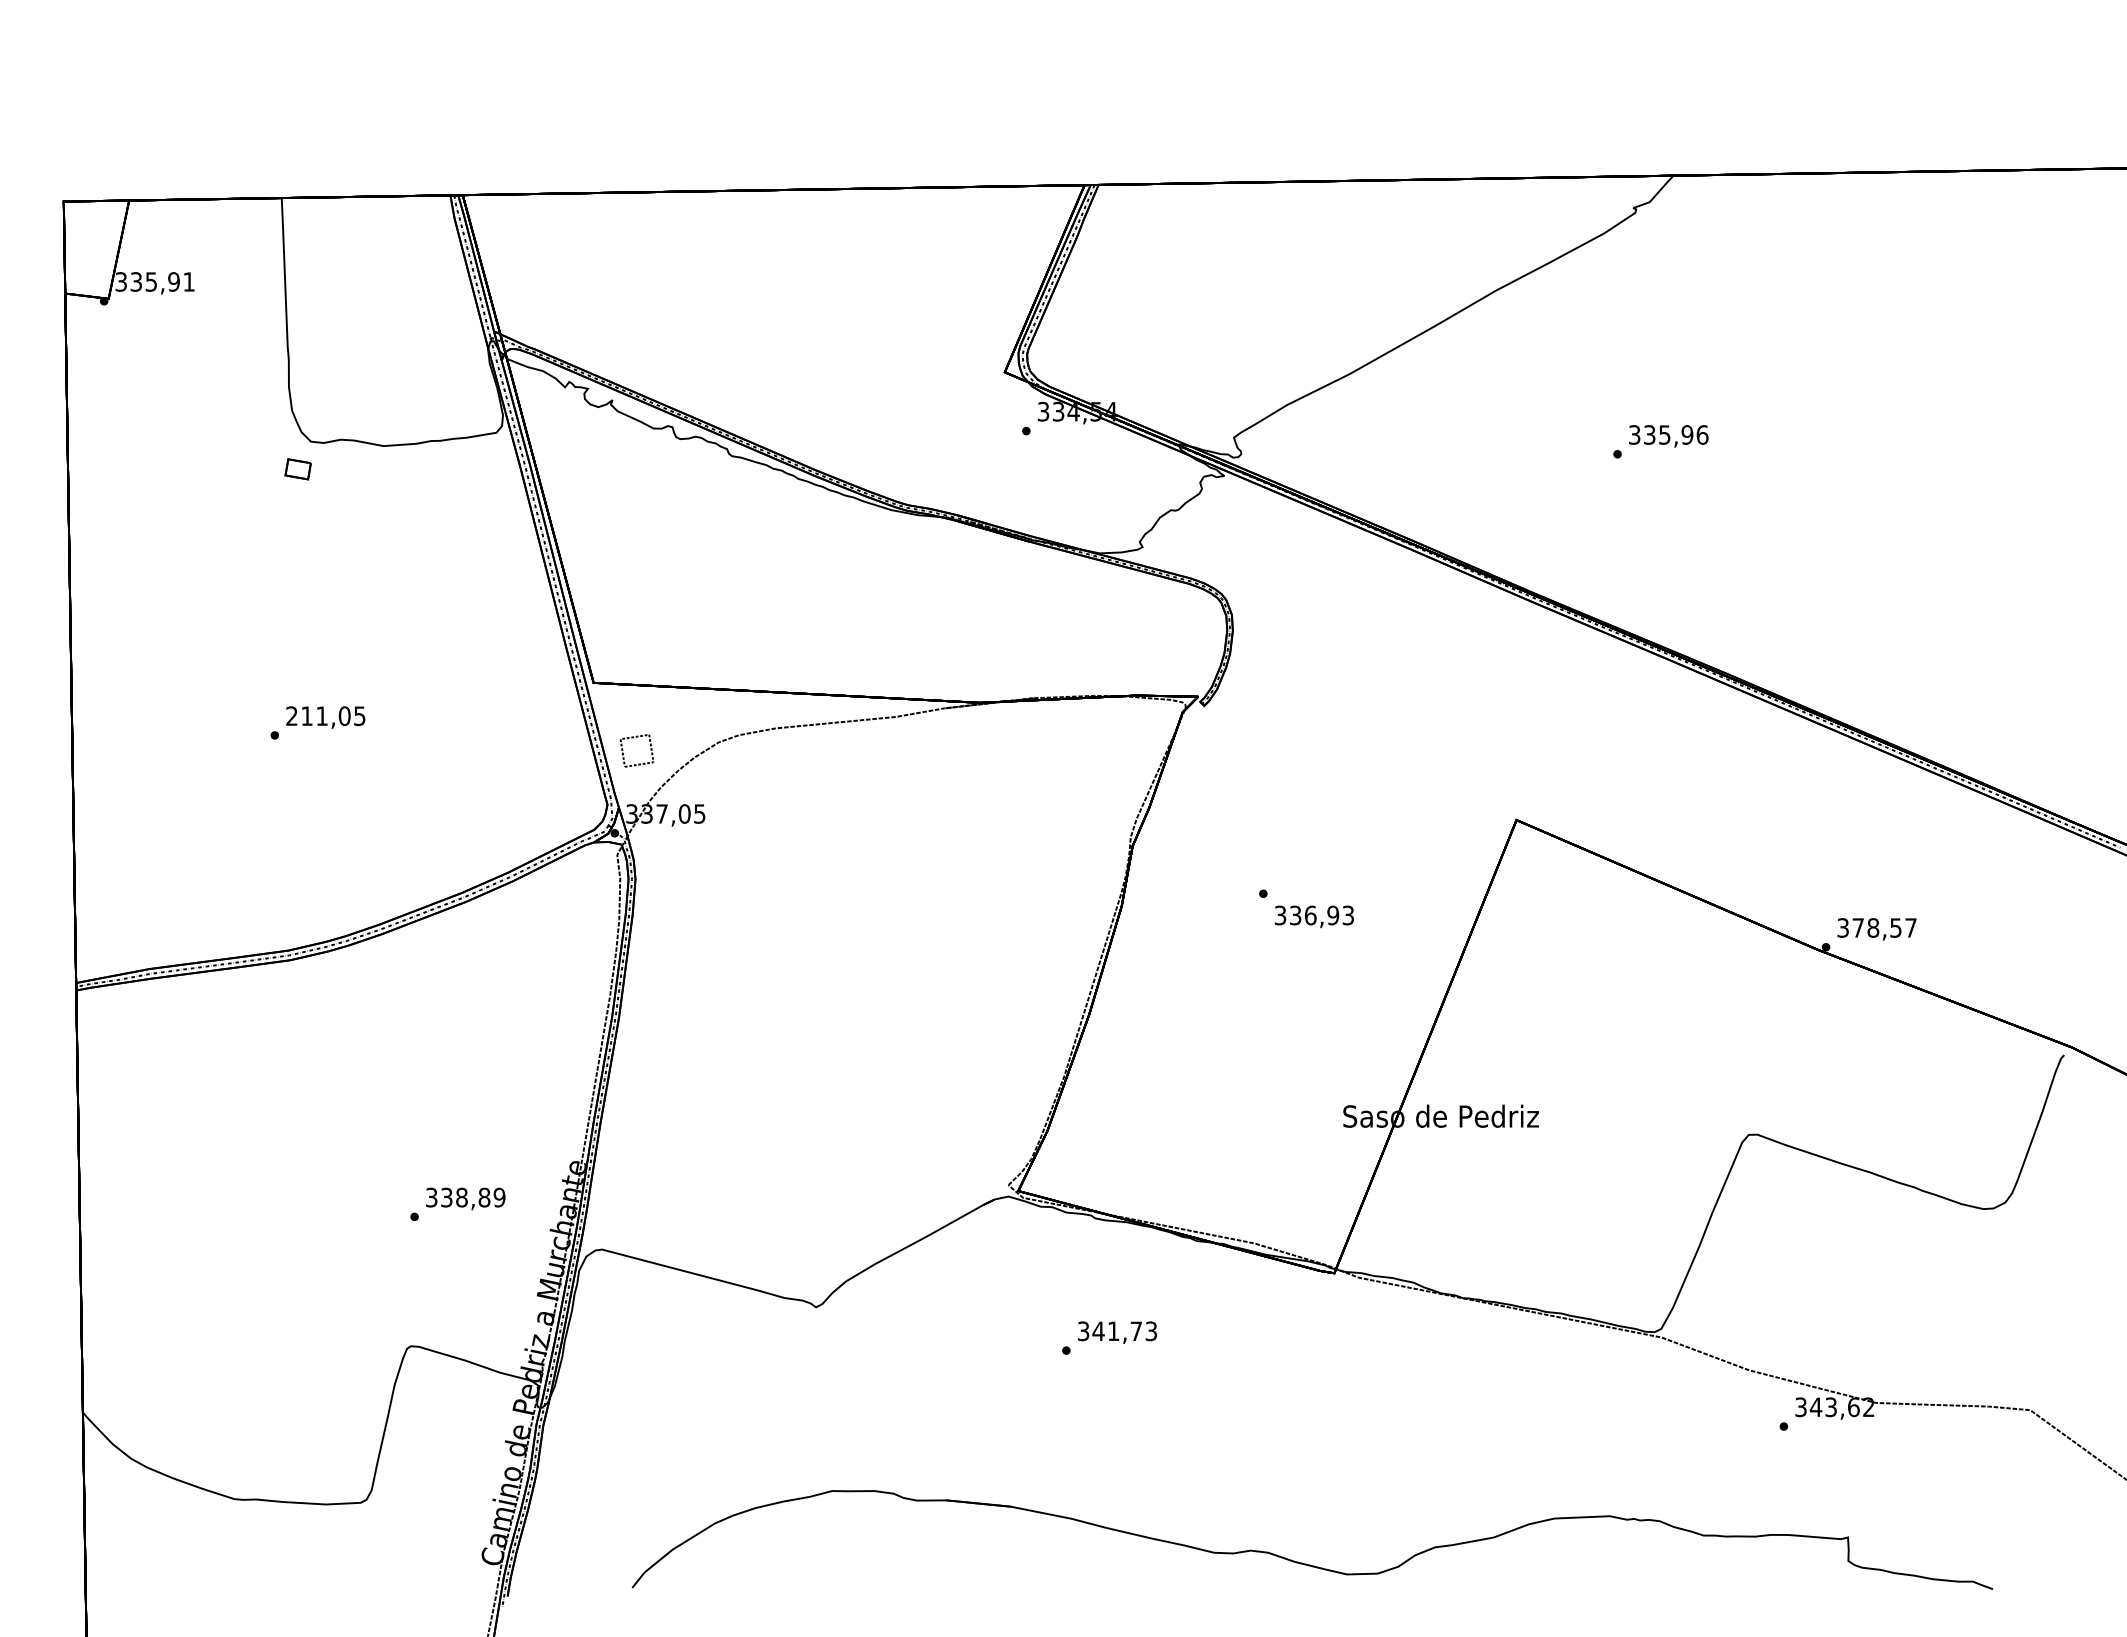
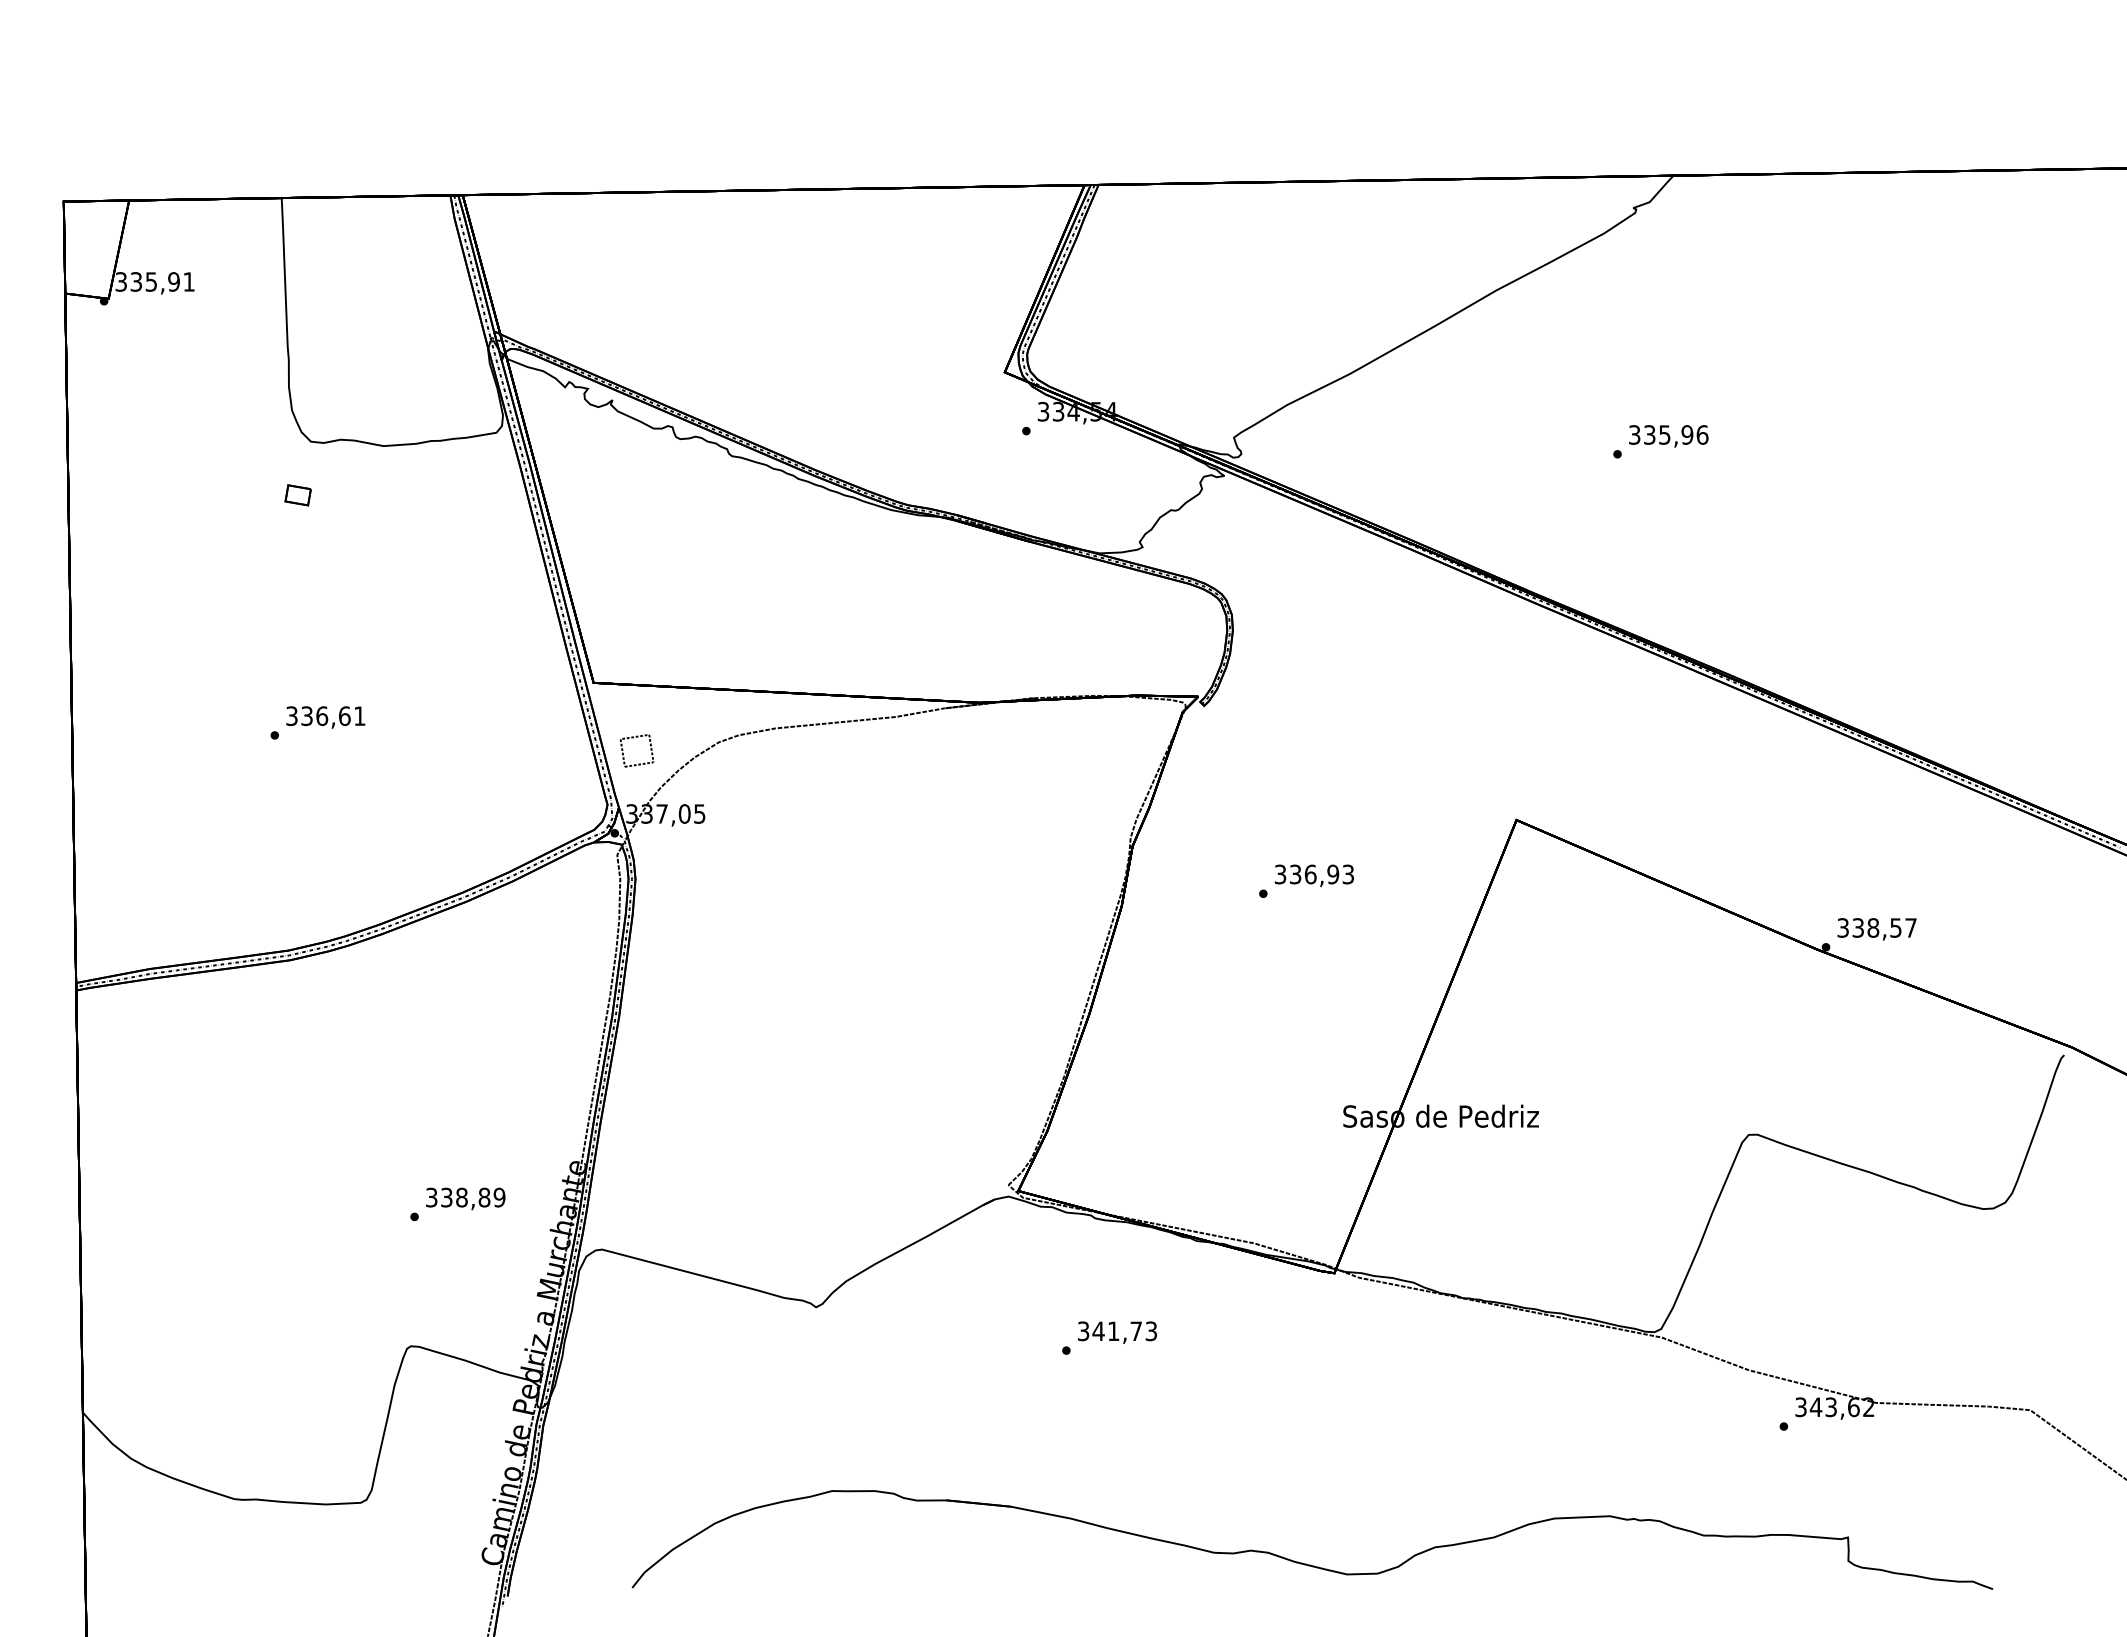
part at (297, 469) position: (297, 469) -> (297, 495)
text at (325, 716): 211,05 -> 336,61
text at (1313, 916) position: (1313, 916) -> (1313, 875)
text at (1857, 927): 378,57 -> 338,57
